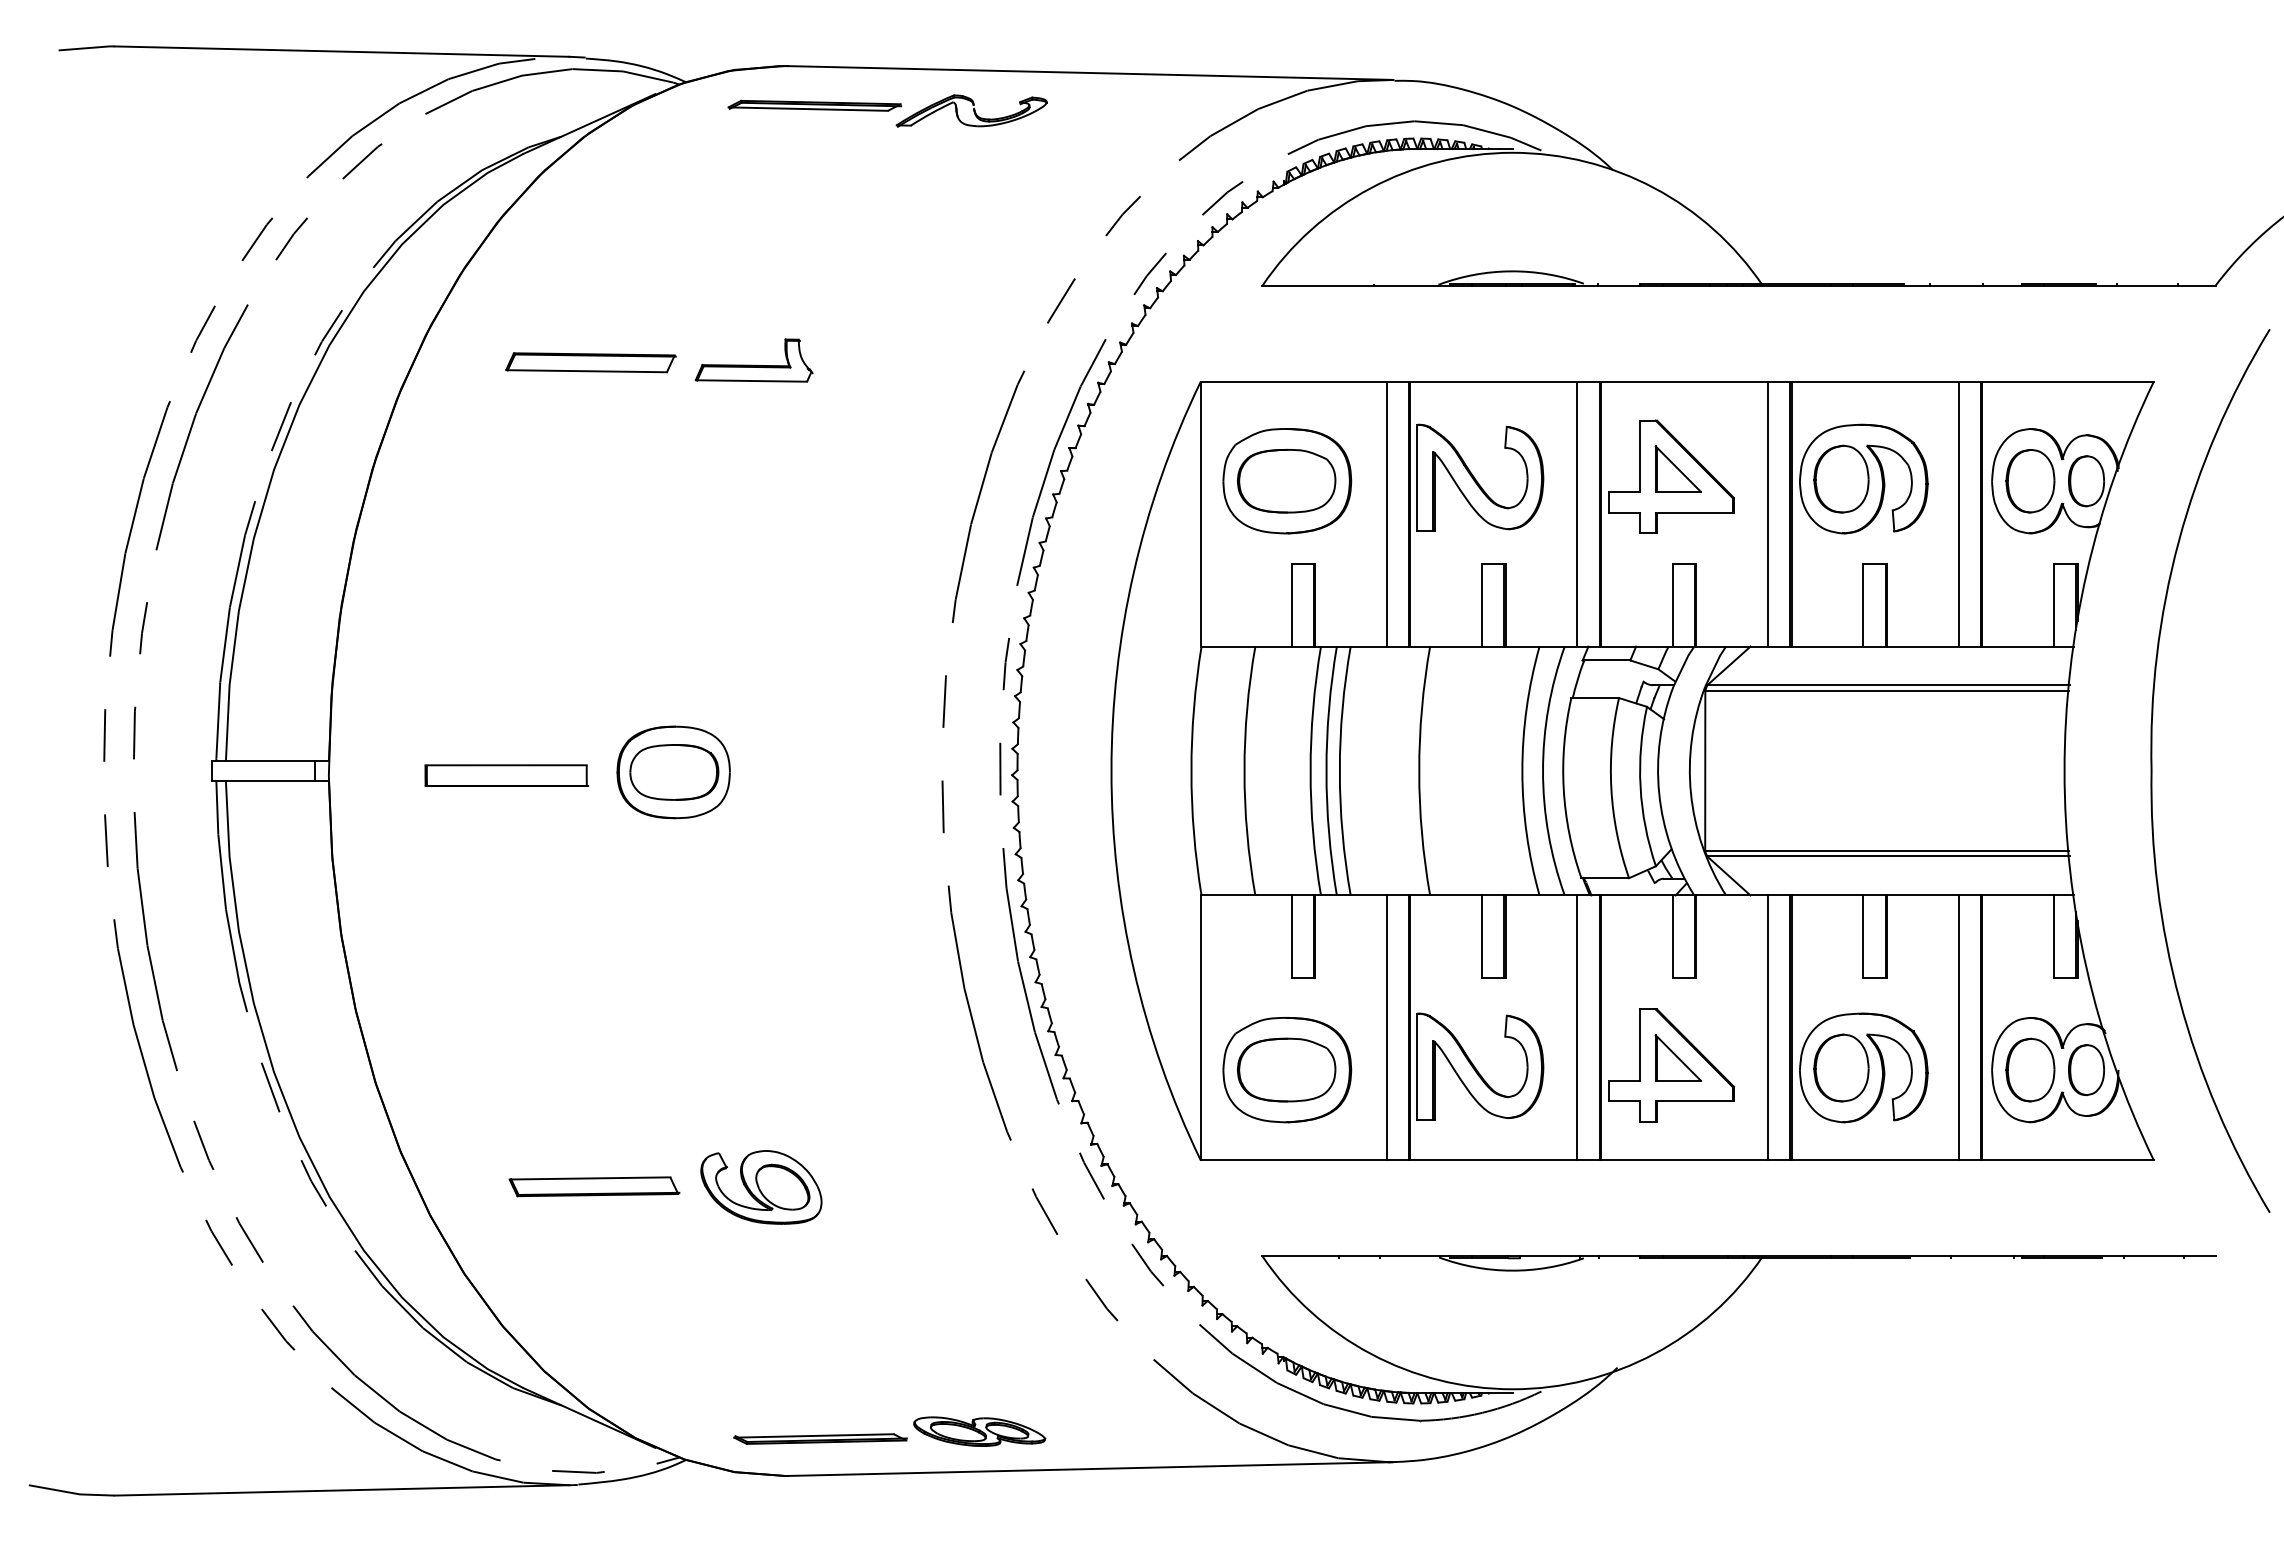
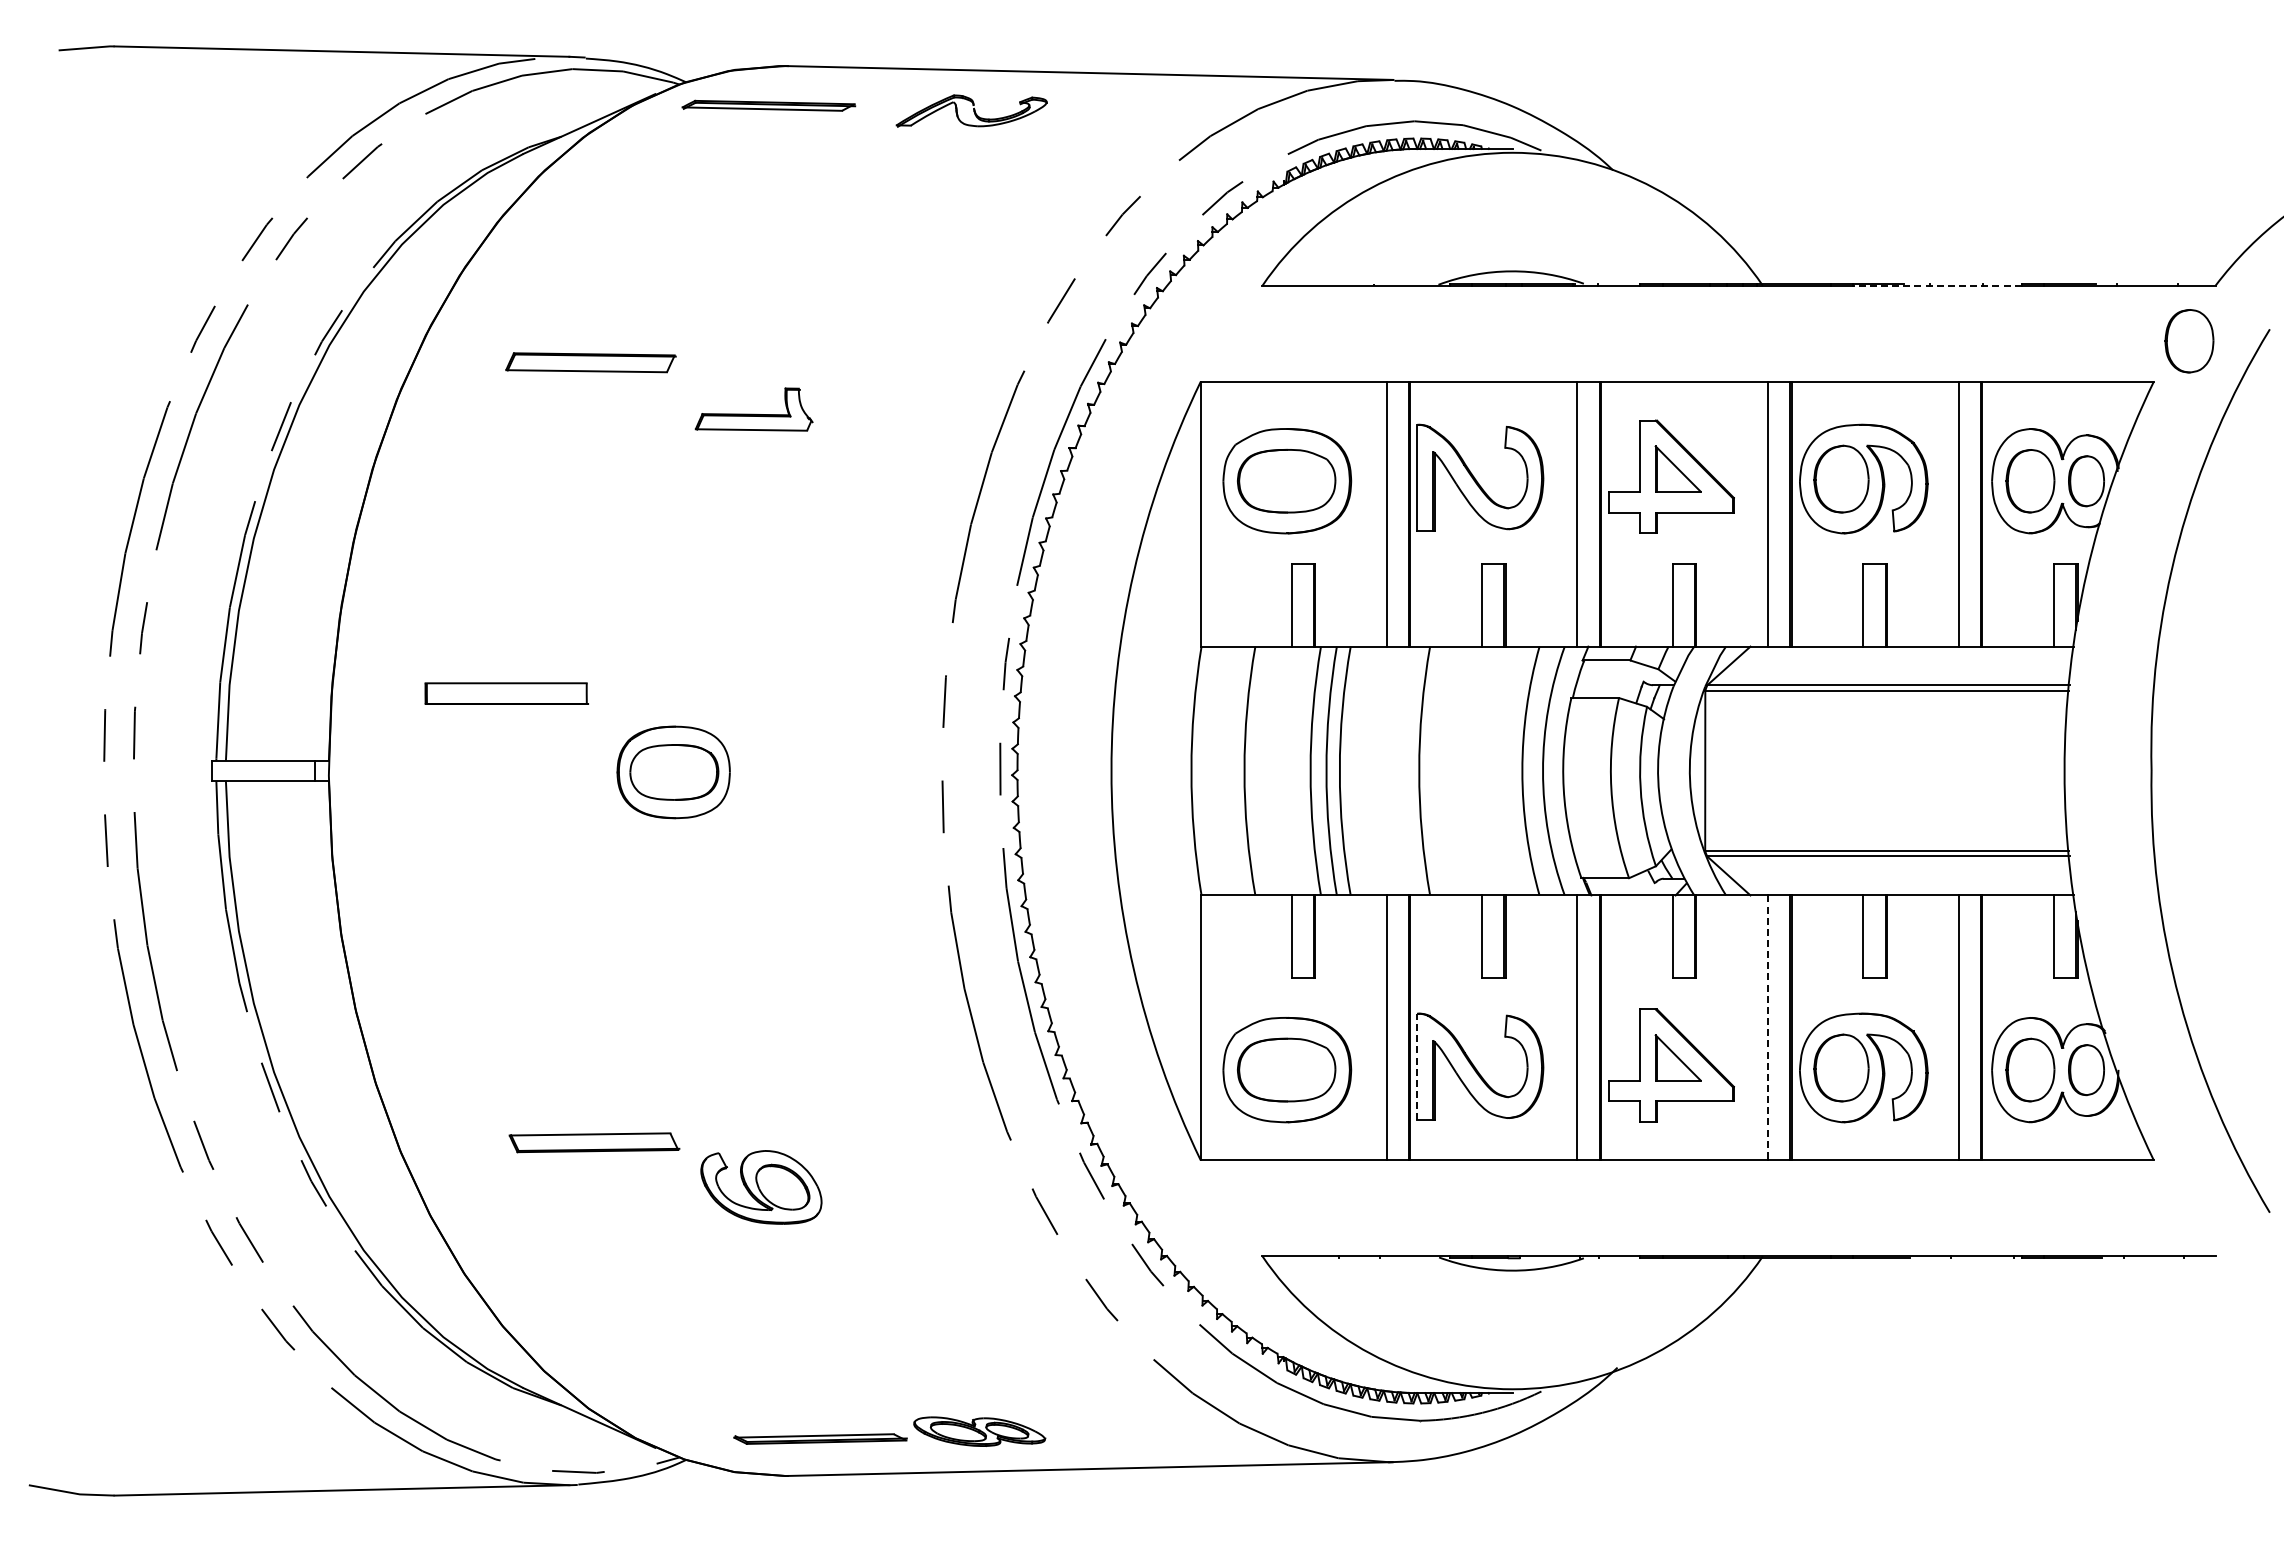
part at (814, 105) position: (814, 105) -> (768, 105)
line at (1937, 285): solid -> dashed
part at (2189, 341): none -> present
part at (753, 360) position: (753, 360) -> (753, 409)
part at (506, 775) position: (506, 775) -> (506, 693)
line at (1768, 1028): solid -> dashed
line at (1417, 1066): solid -> dashed
part at (594, 1186) position: (594, 1186) -> (594, 1142)
